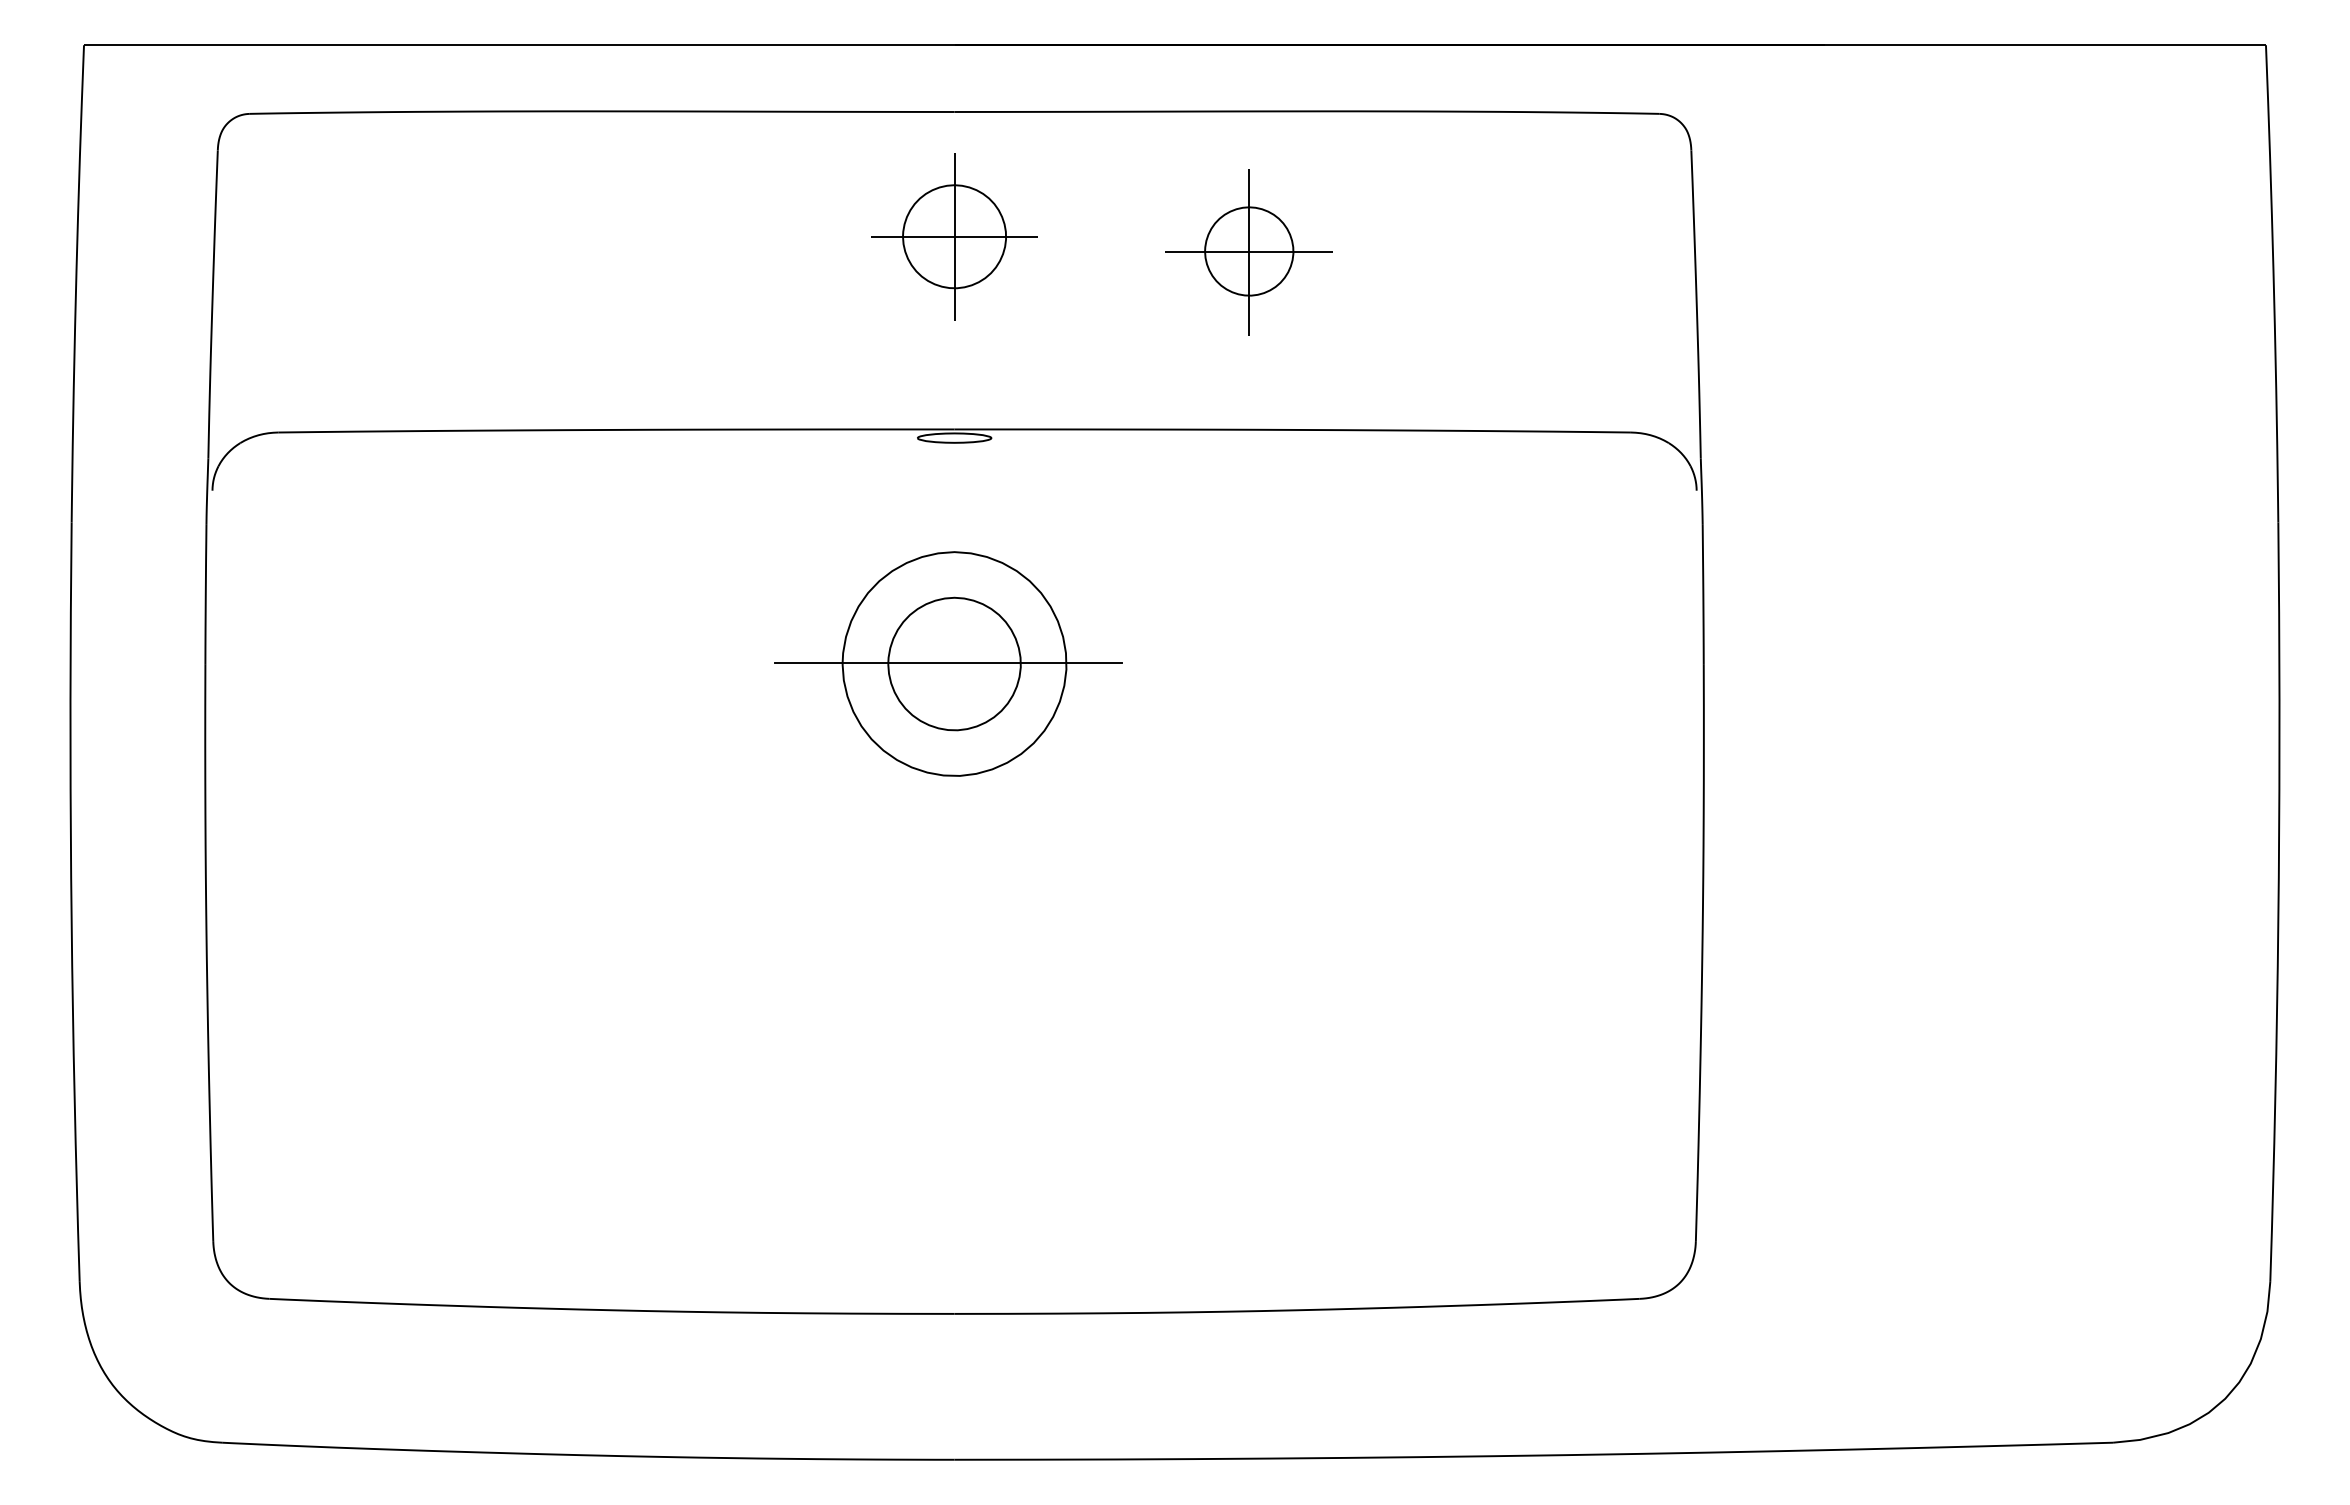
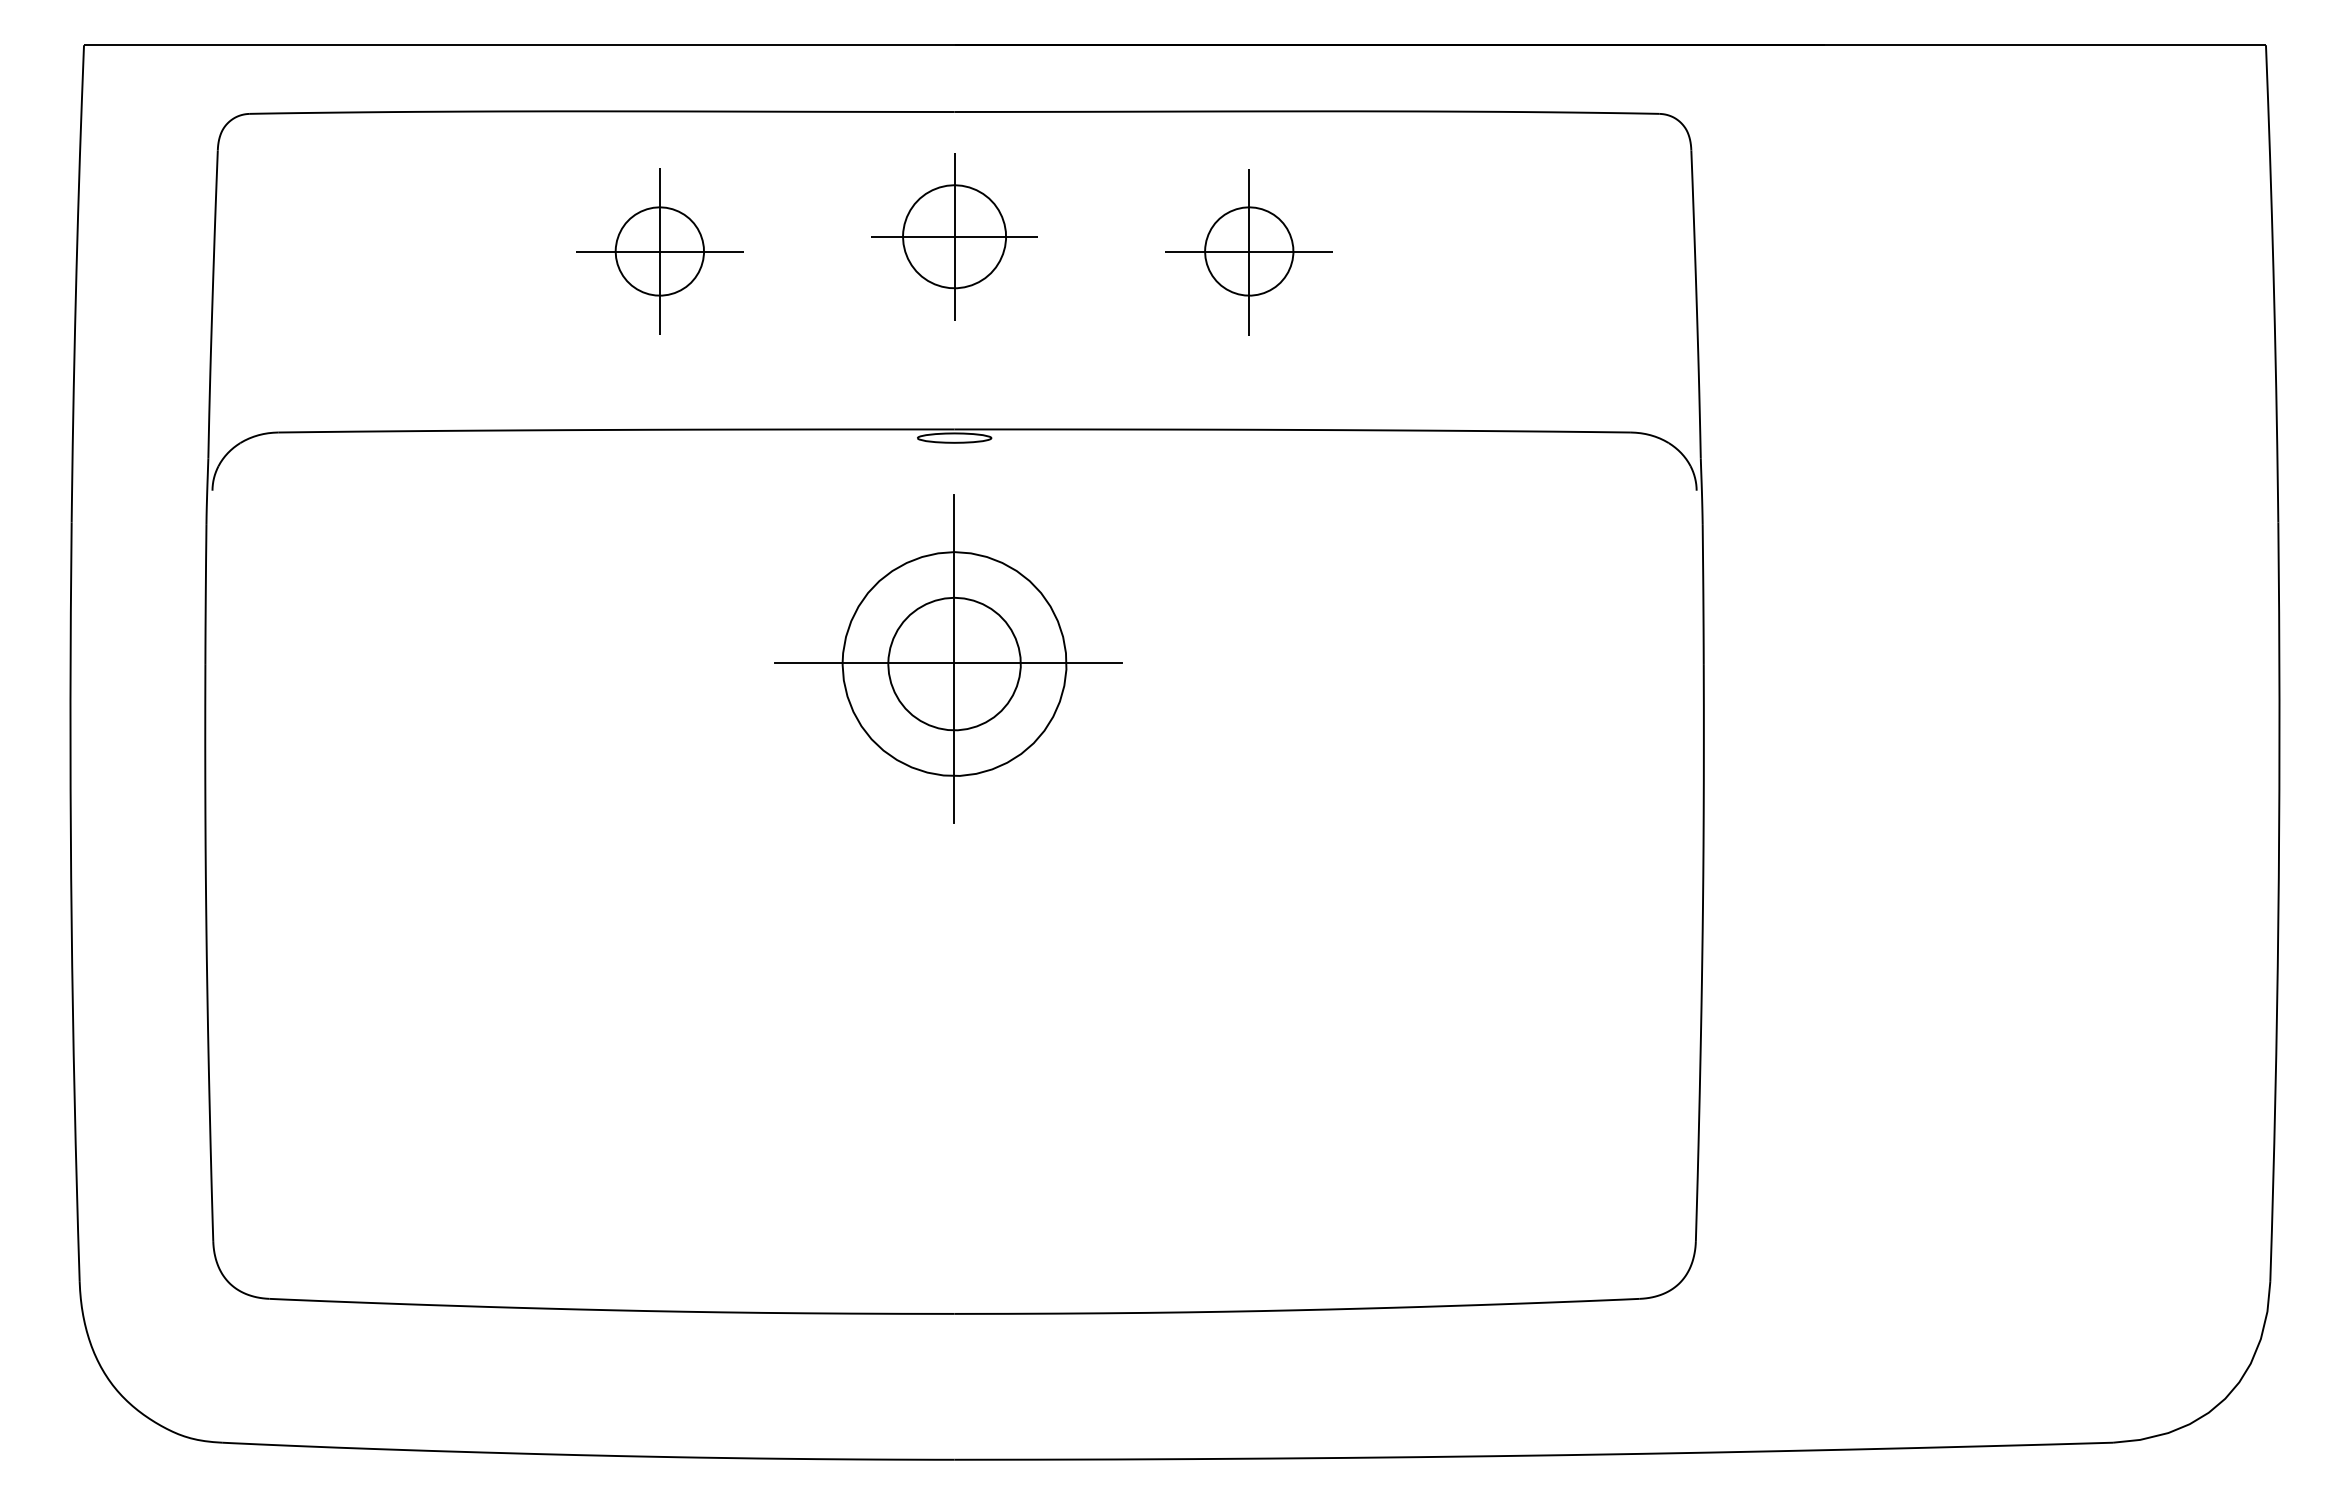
part at (659, 251): none -> present
line at (954, 658): none -> present
